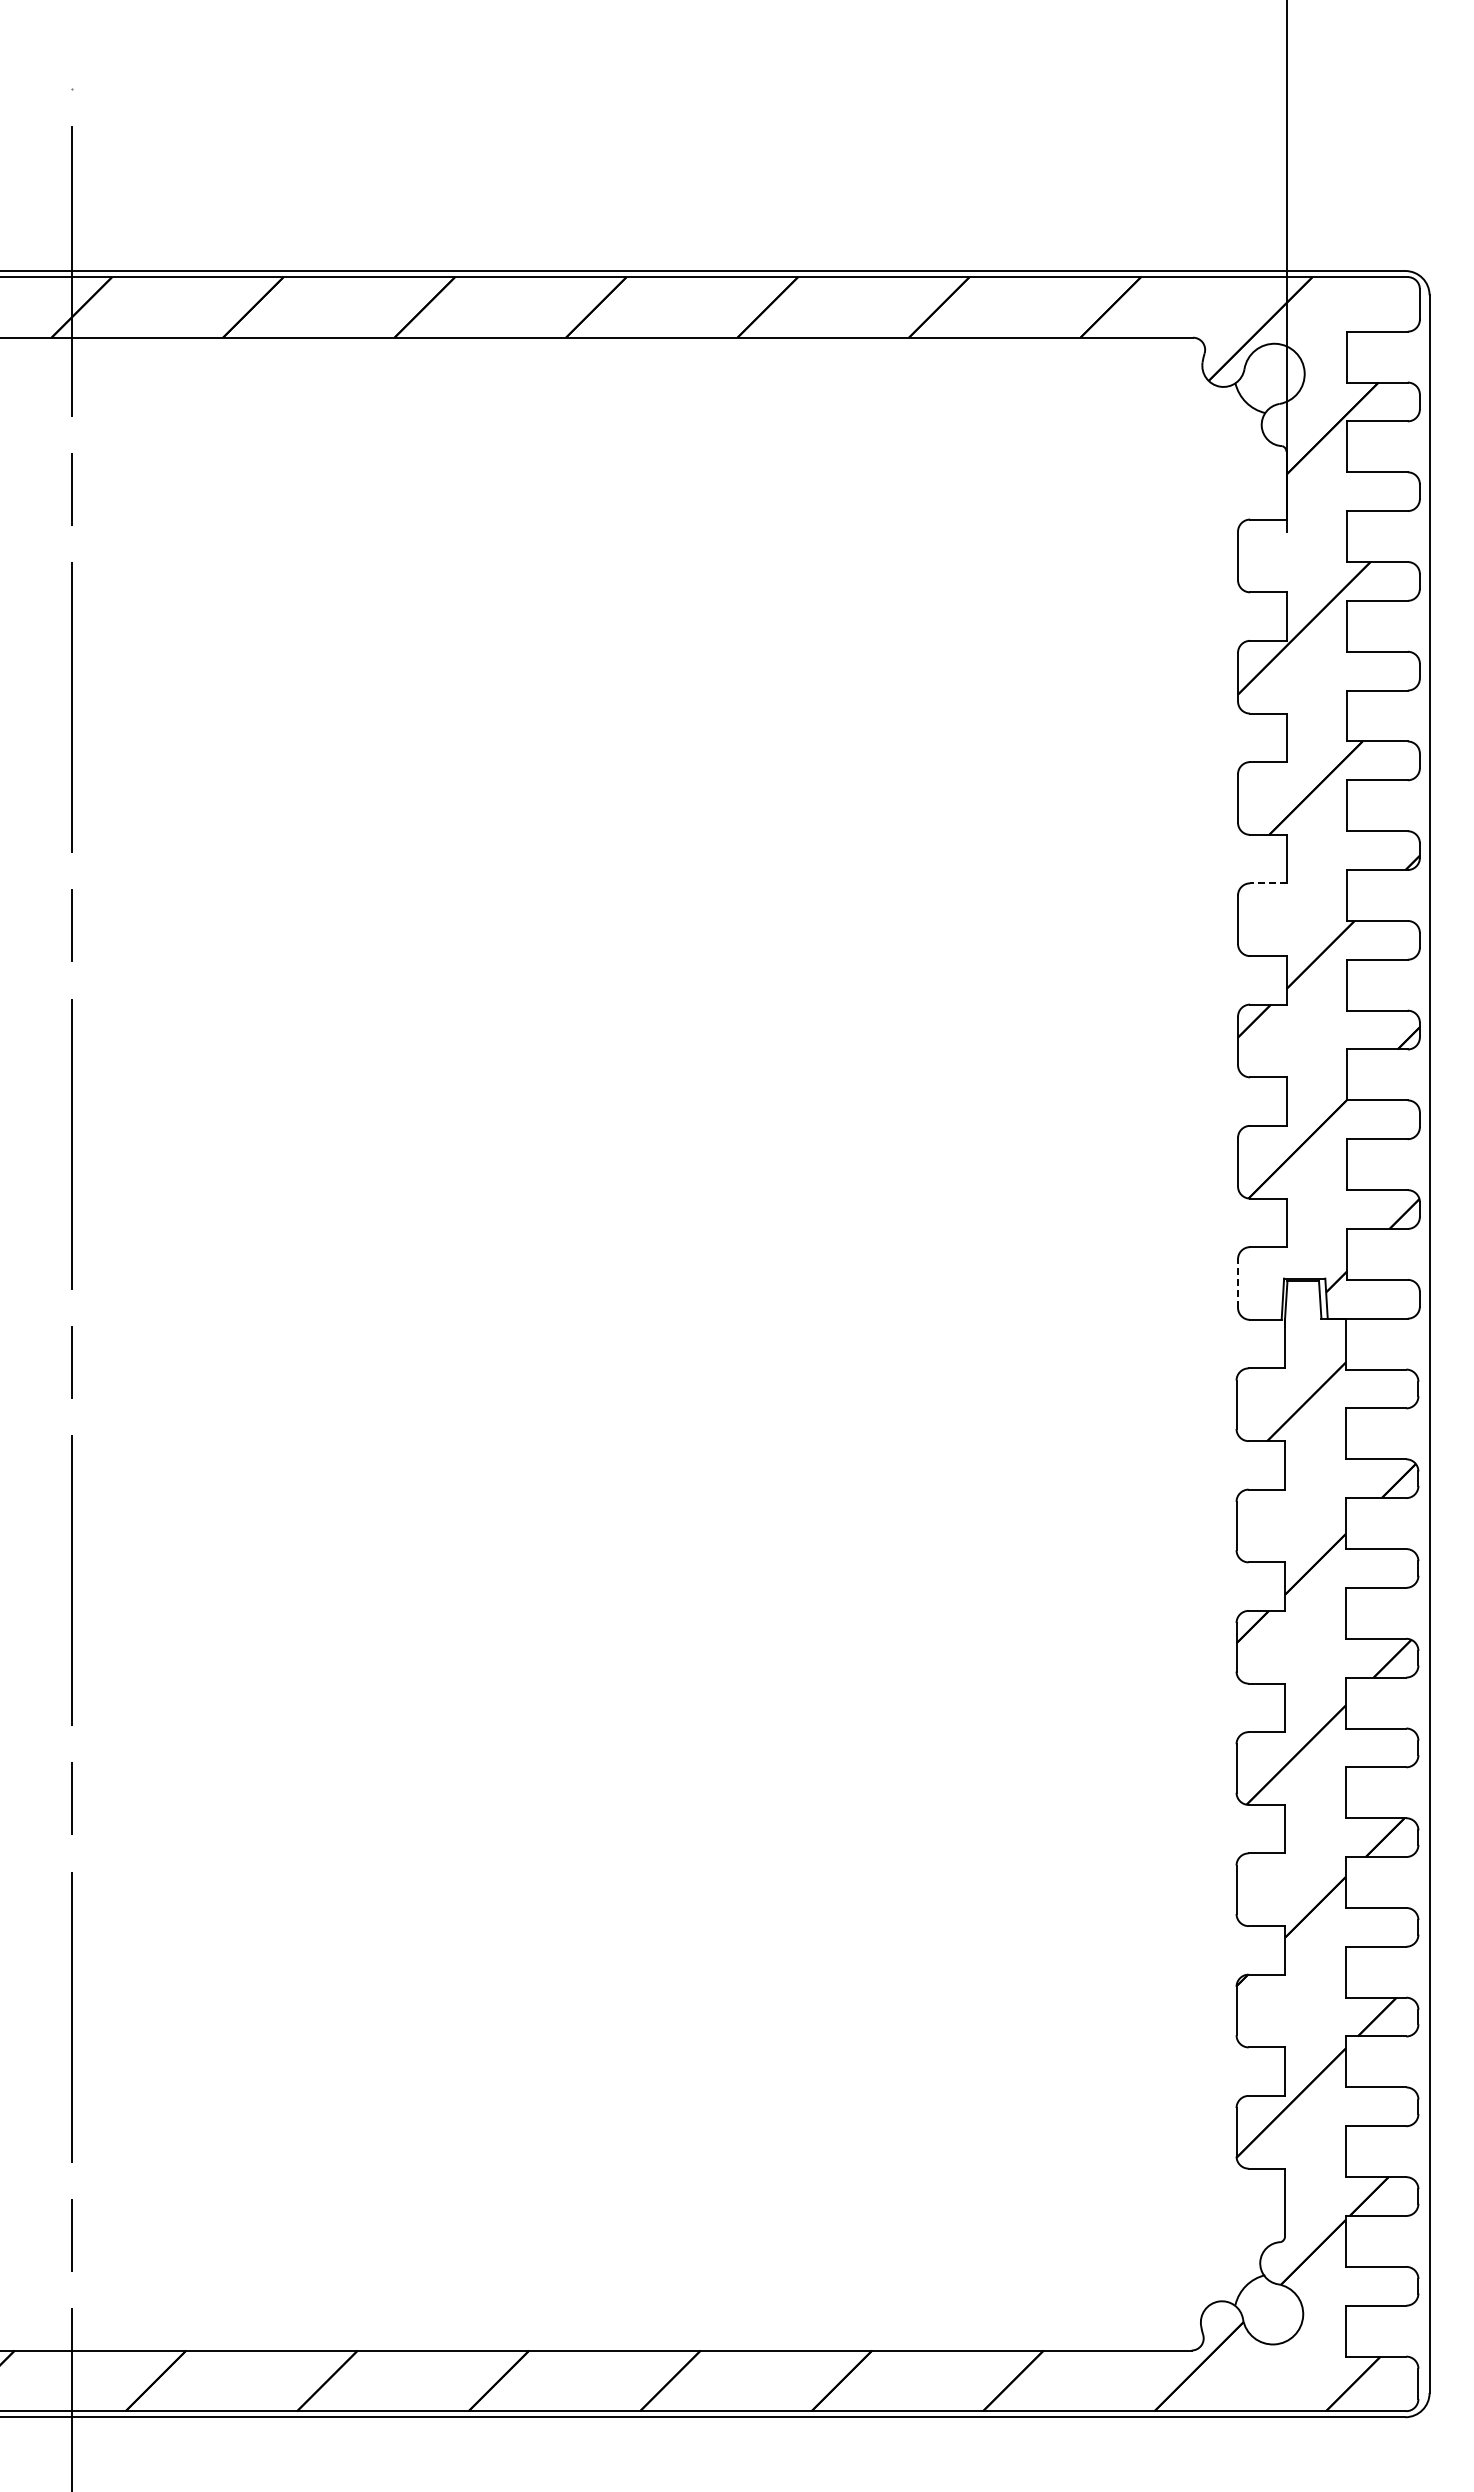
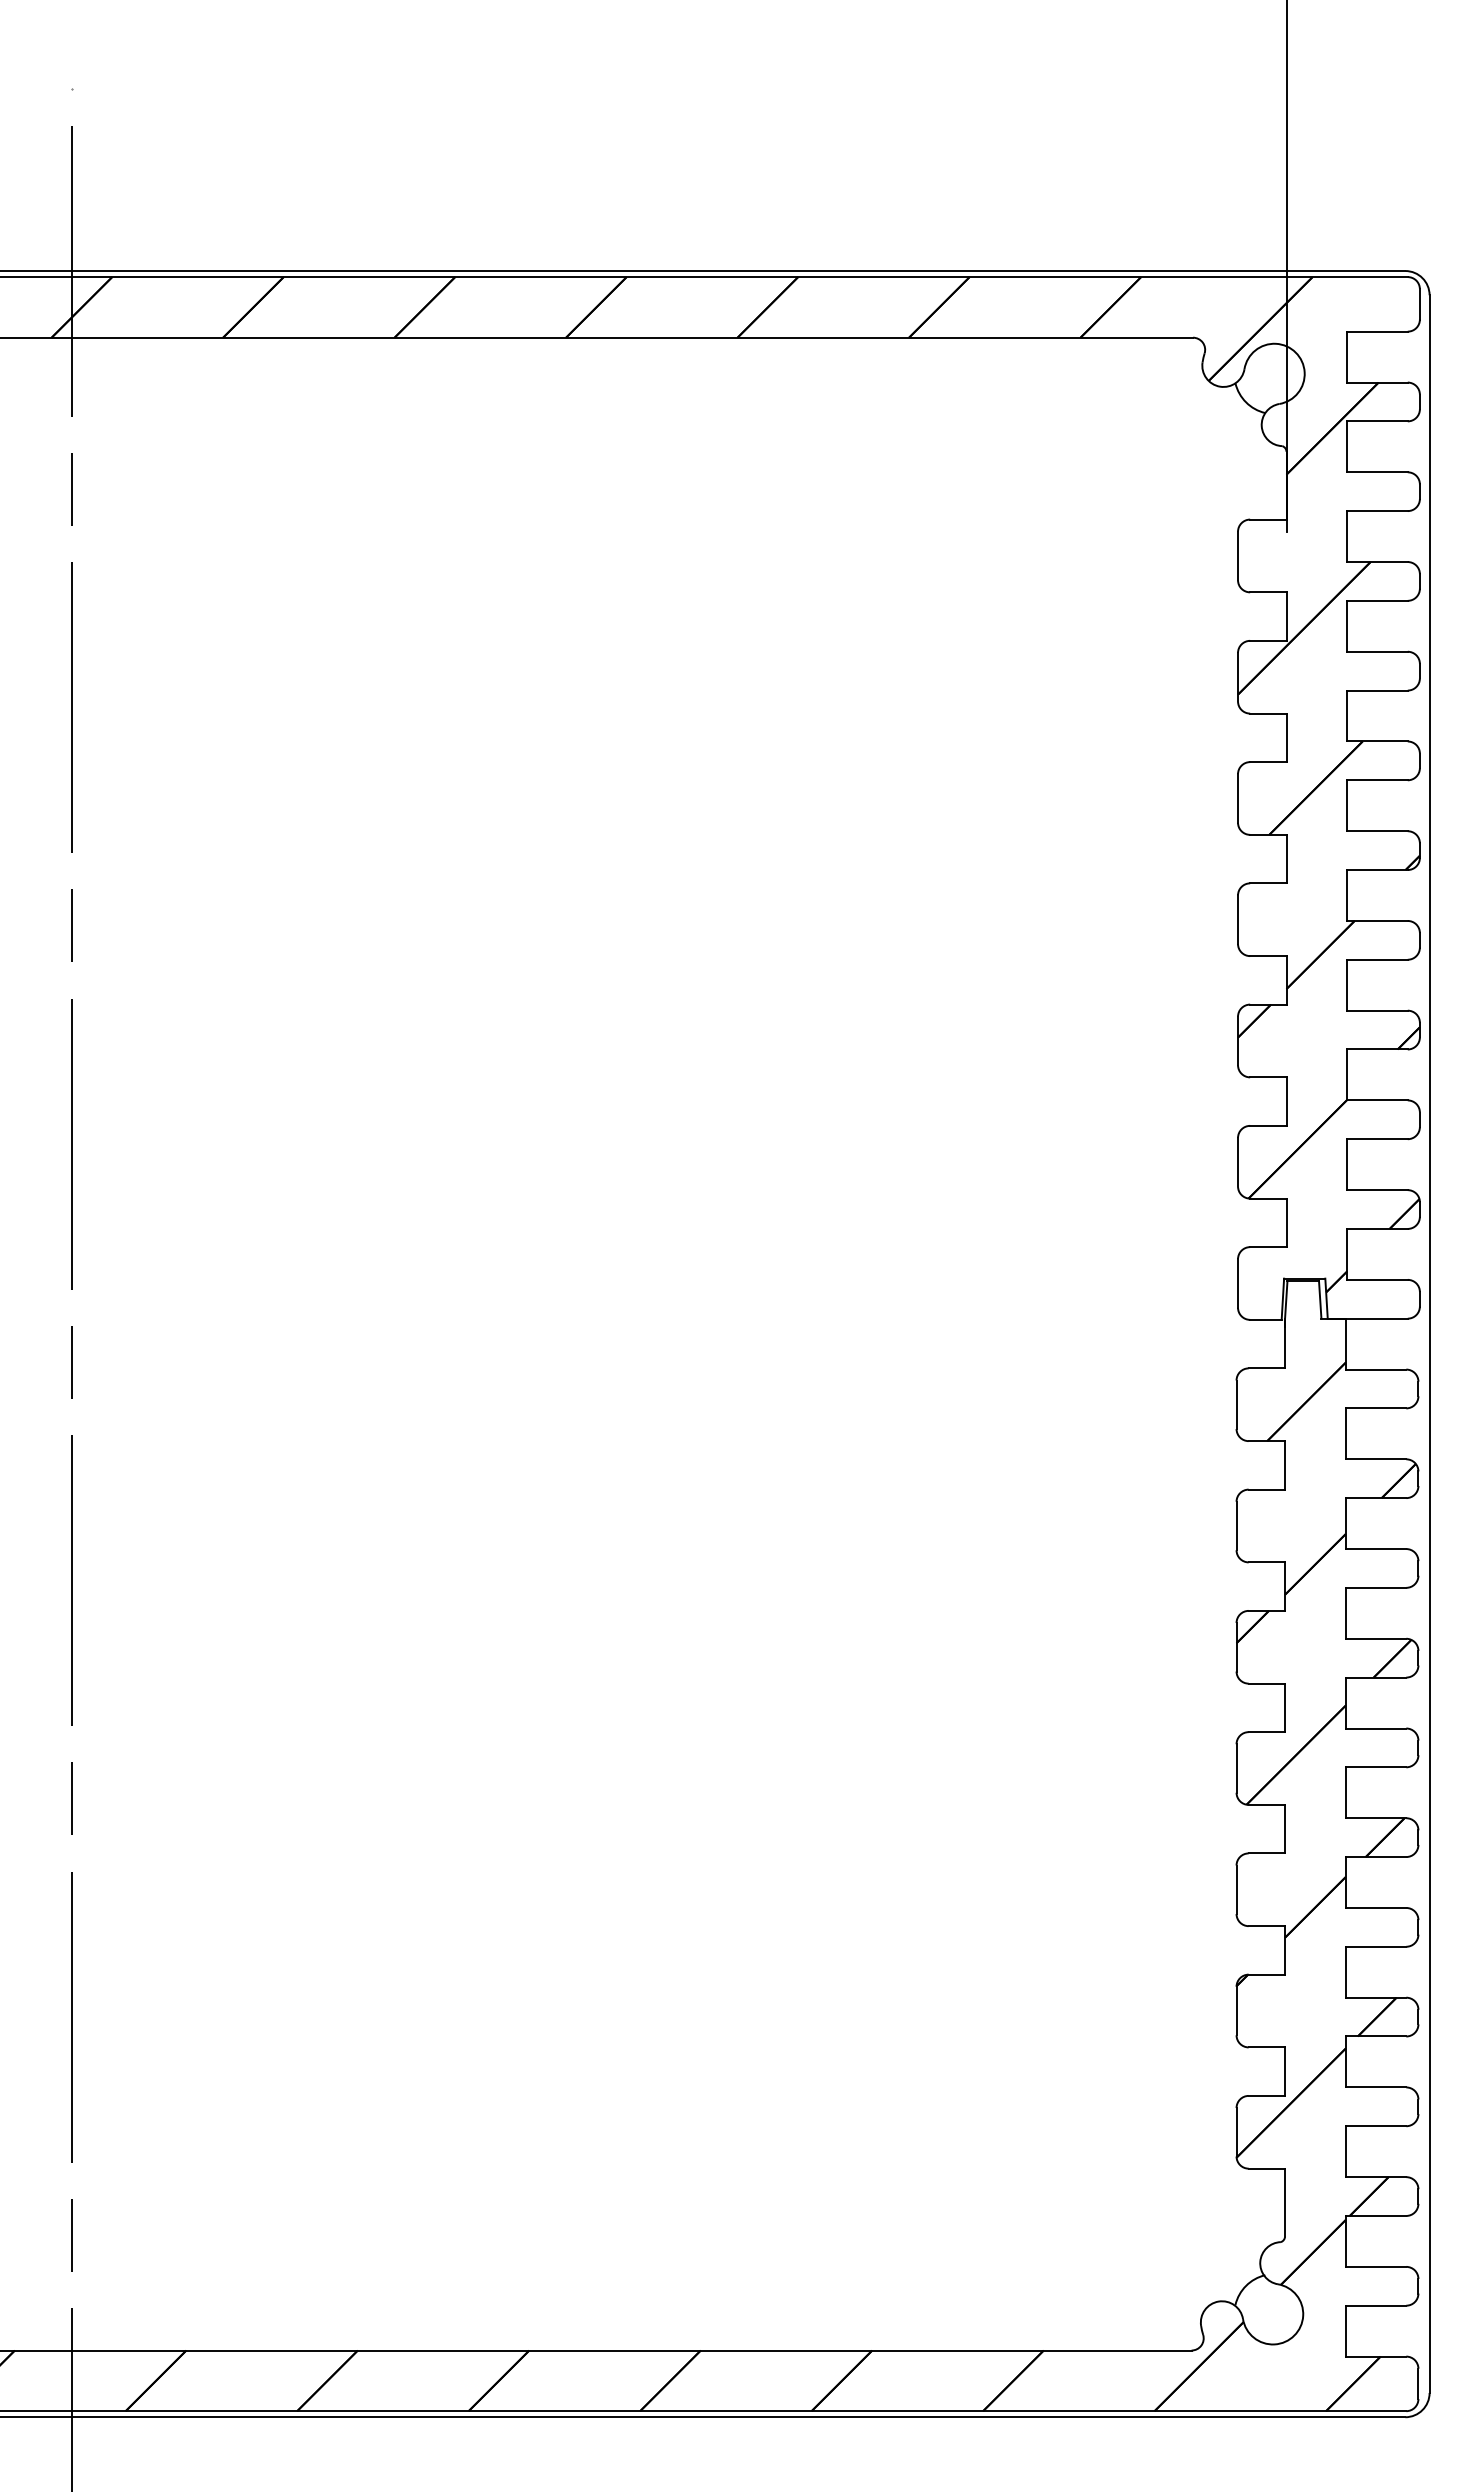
line at (1267, 883): dashed -> solid
line at (1238, 1283): dashed -> solid
